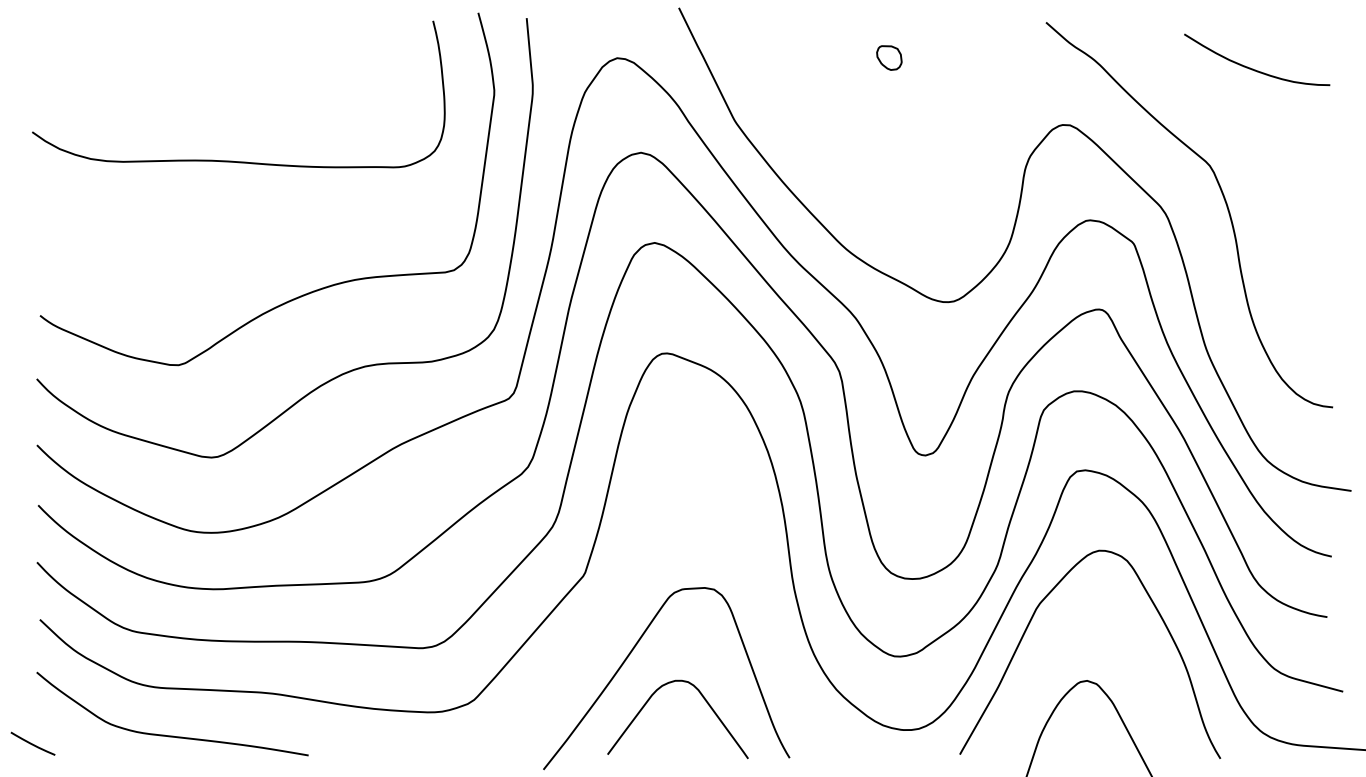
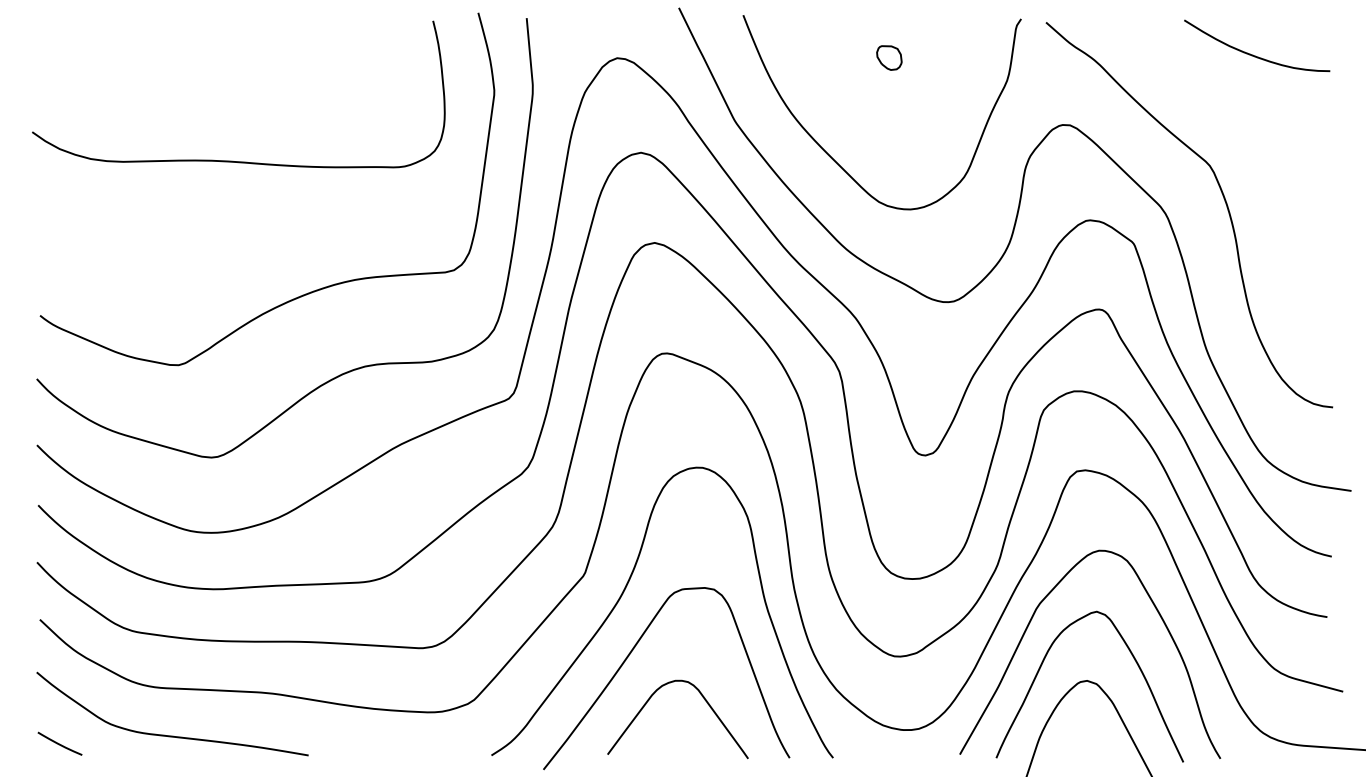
curve at (1253, 68) position: (1253, 68) -> (1253, 54)
curve at (834, 159): none -> present
curve at (624, 592): none -> present
curve at (1042, 665): none -> present
curve at (32, 743) position: (32, 743) -> (59, 743)
